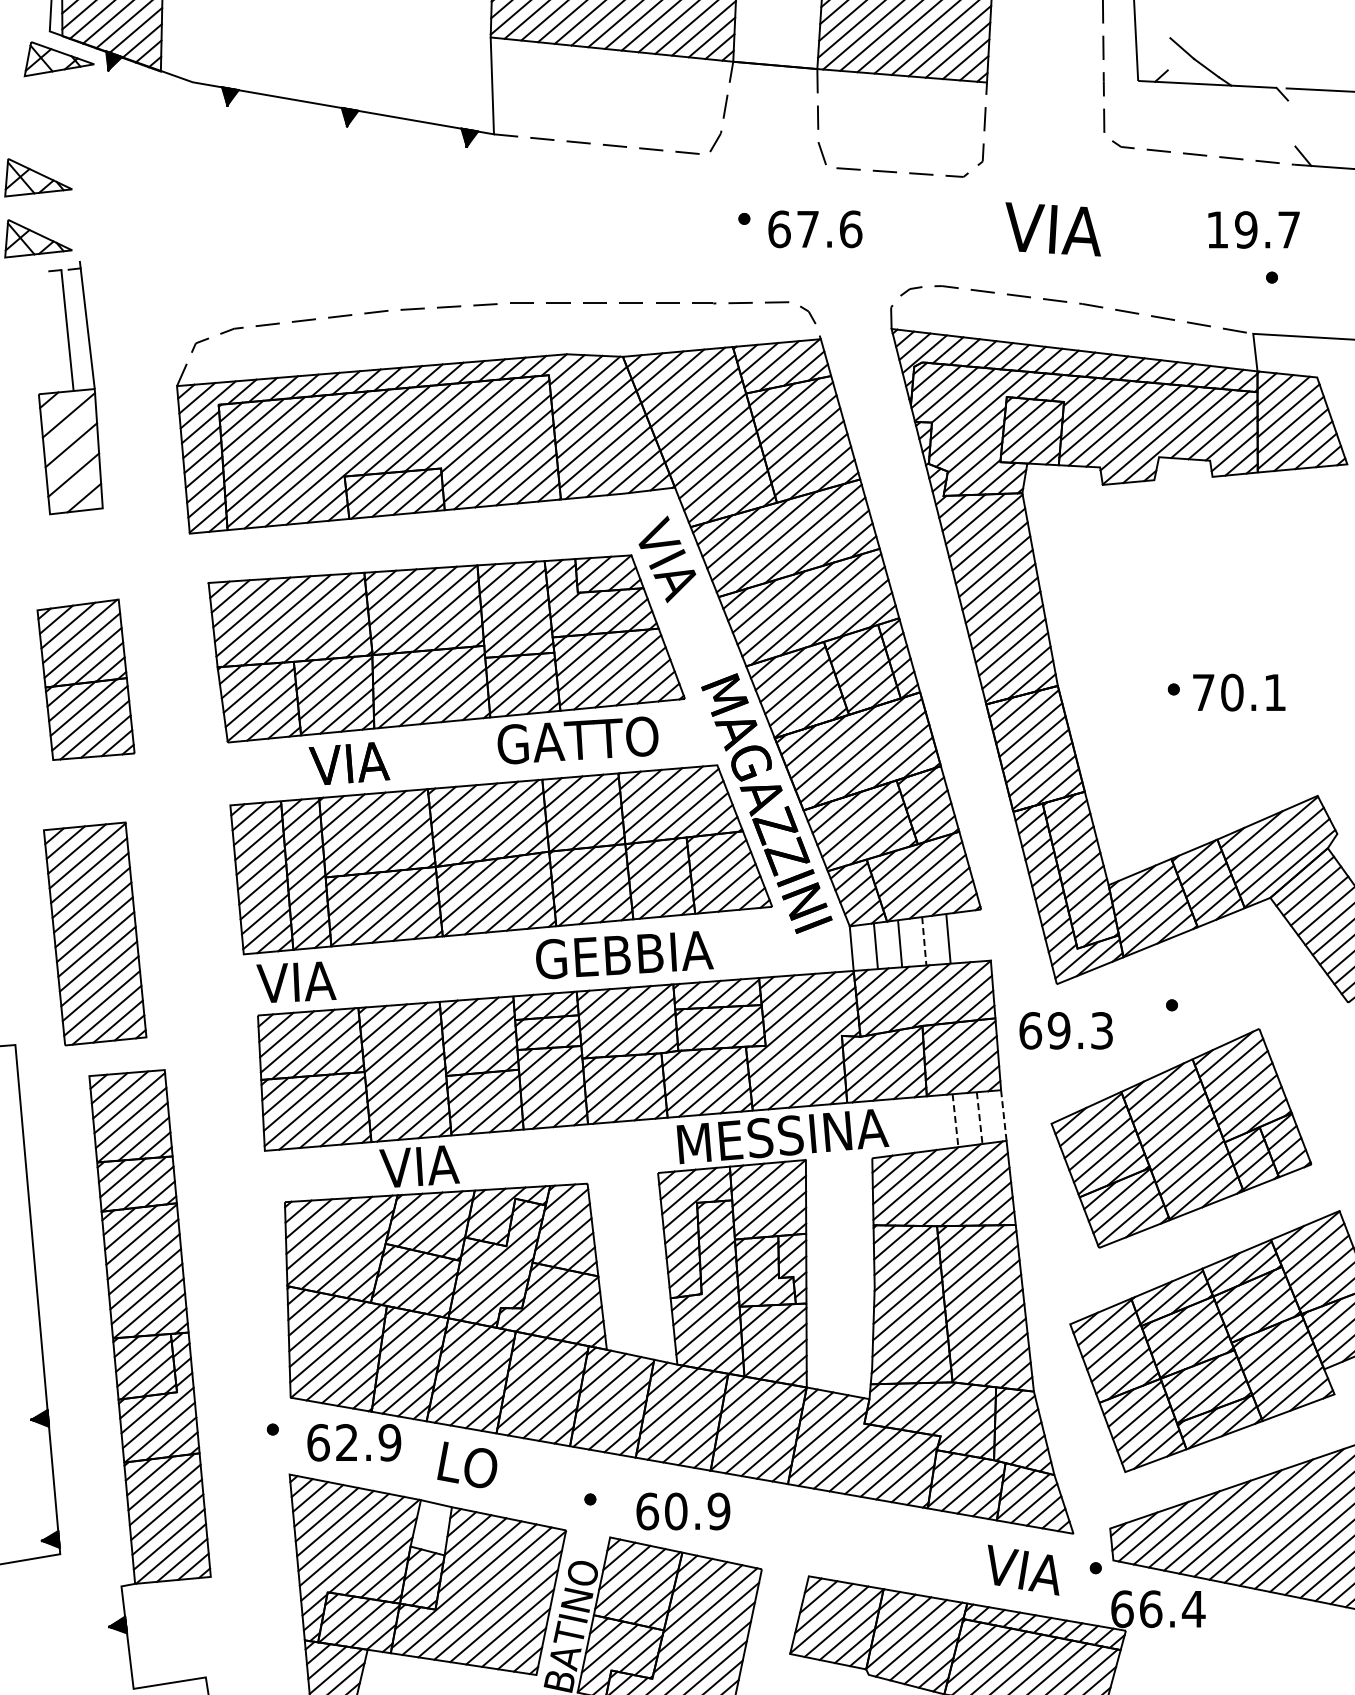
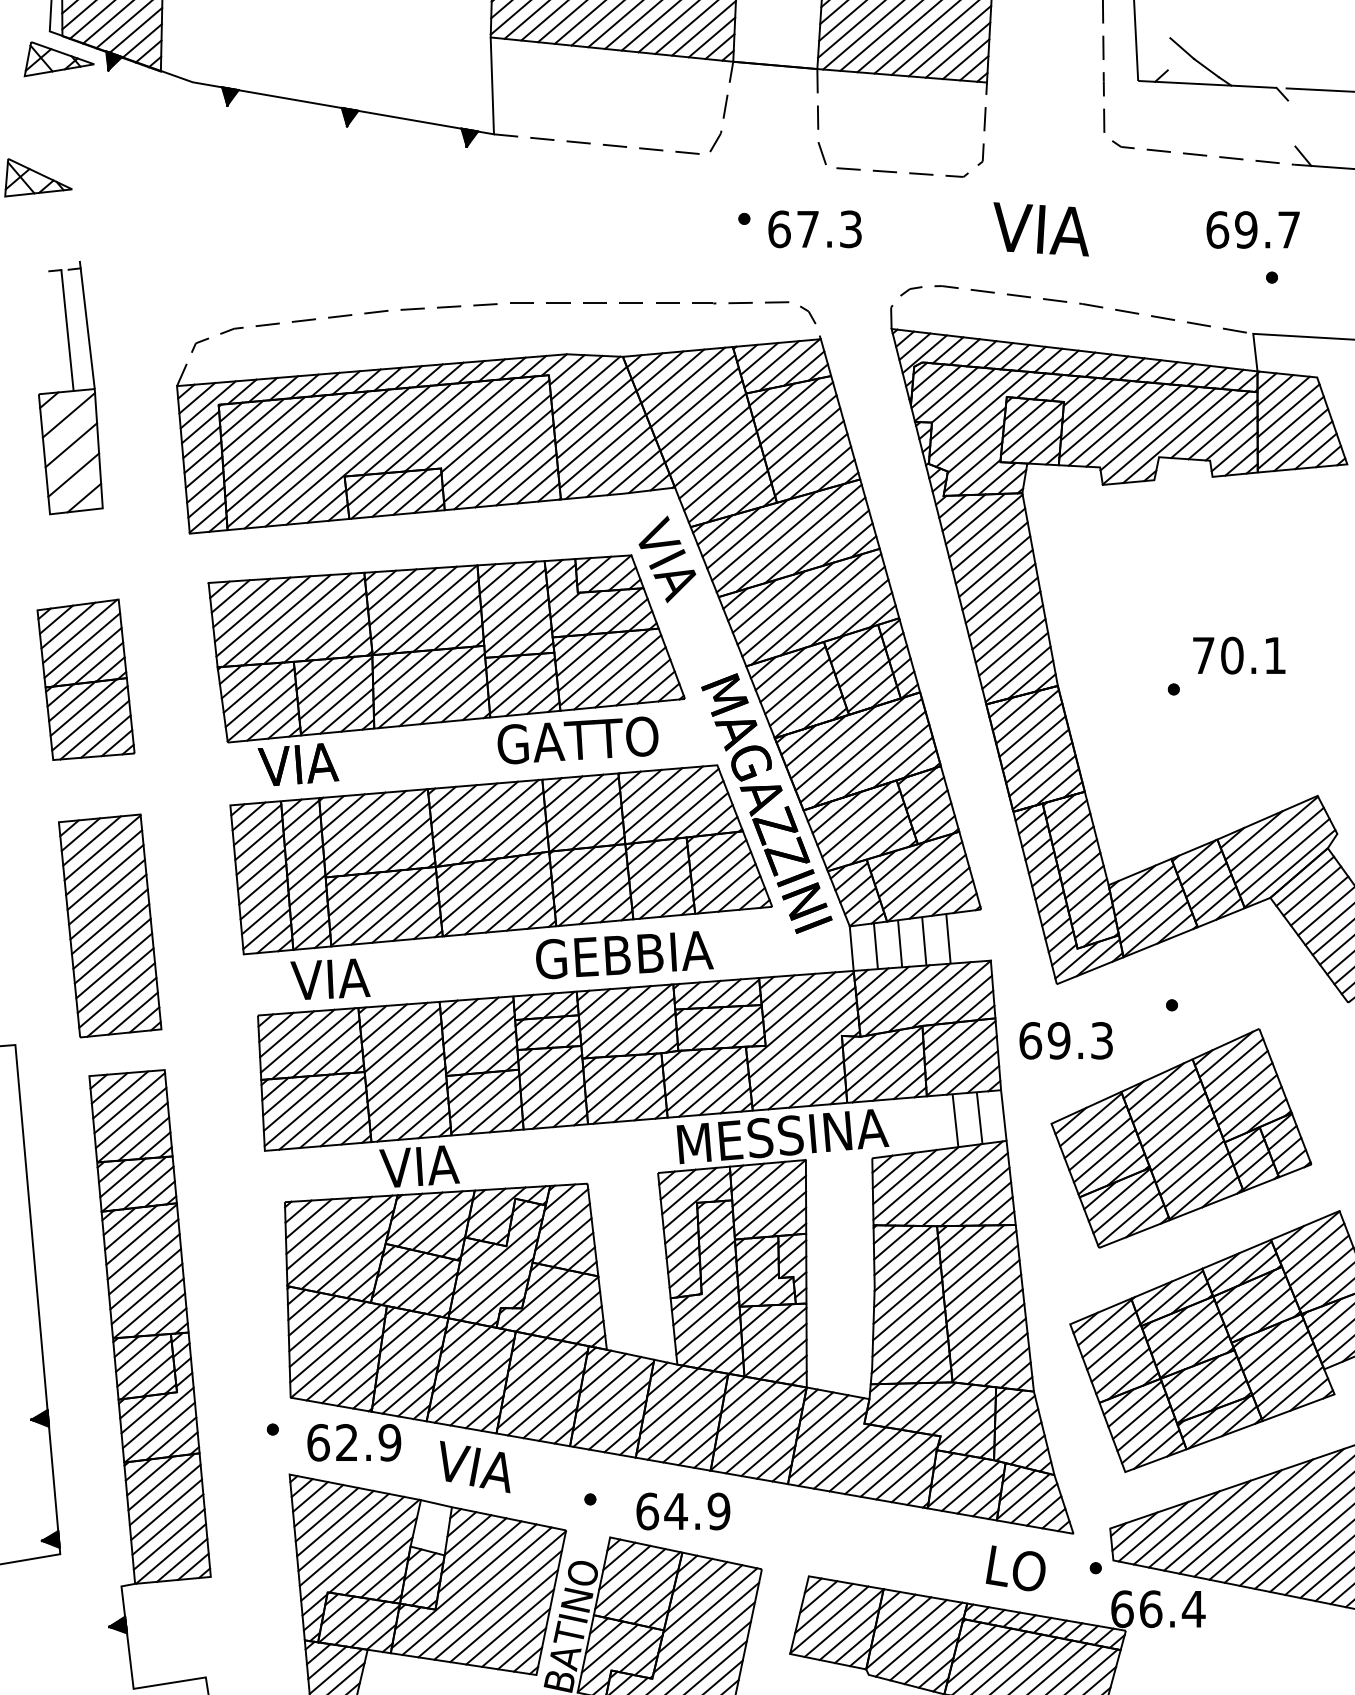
text at (851, 229): 67.6 -> 67.3
text at (1052, 229) position: (1052, 229) -> (1040, 229)
text at (1217, 229): 19.7 -> 69.7
part at (38, 238): present -> none
text at (1239, 692) position: (1239, 692) -> (1239, 655)
text at (349, 763) position: (349, 763) -> (298, 764)
part at (95, 933) position: (95, 933) -> (110, 925)
line at (924, 941): dashed -> solid
text at (296, 981) position: (296, 981) -> (330, 978)
text at (1065, 1030) position: (1065, 1030) -> (1065, 1040)
line at (1003, 1116): dashed -> solid
line at (979, 1118): dashed -> solid
line at (955, 1120): dashed -> solid
text at (473, 1466): LO -> VIA
text at (675, 1511): 60.9 -> 64.9
text at (1022, 1569): VIA -> LO
